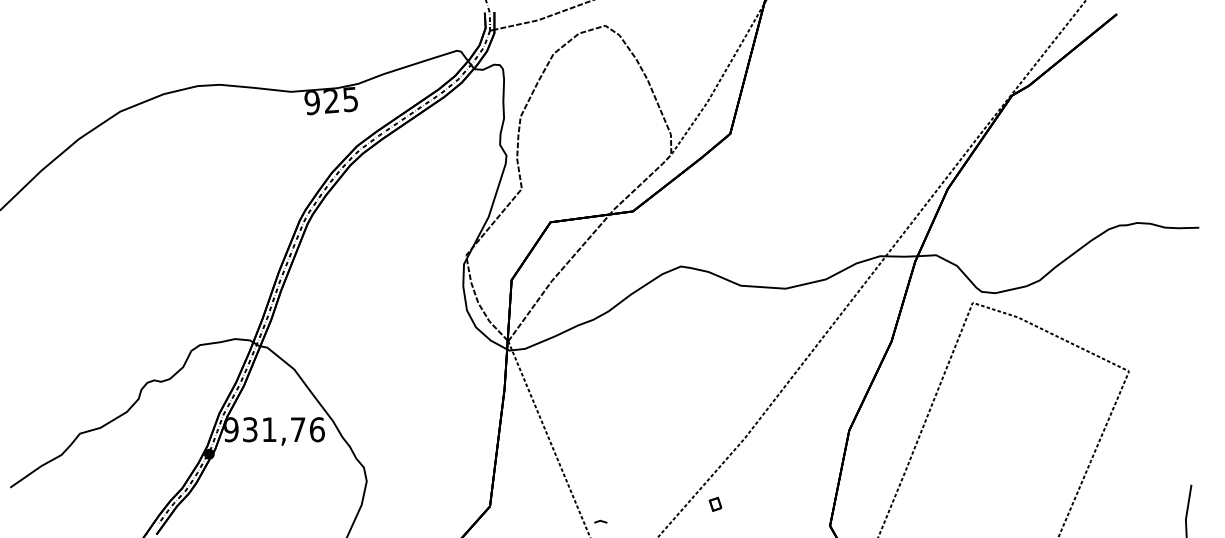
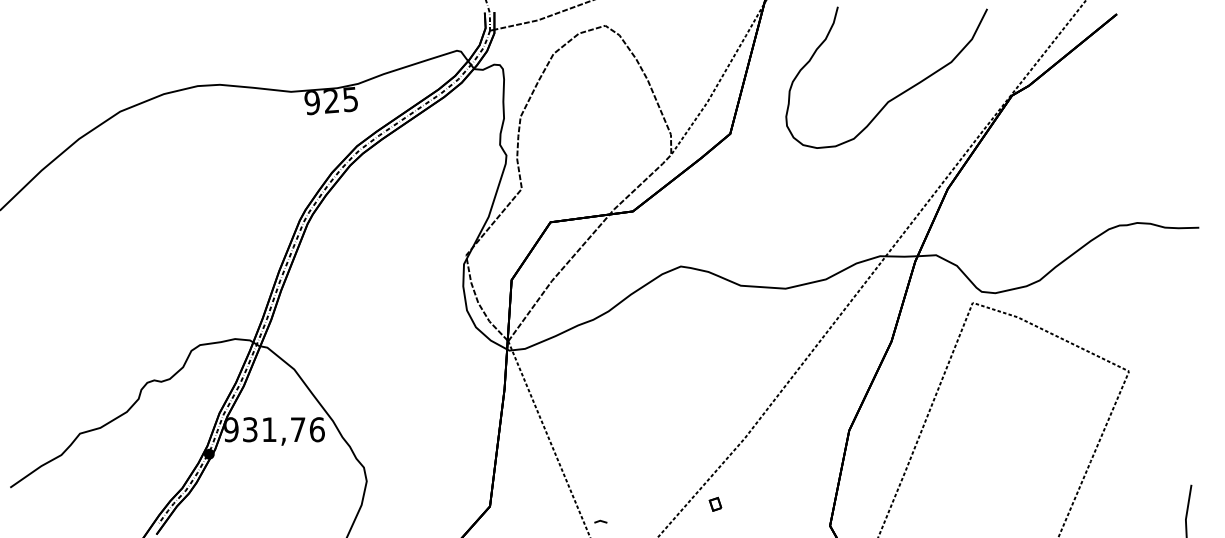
curve at (896, 95): none -> present
